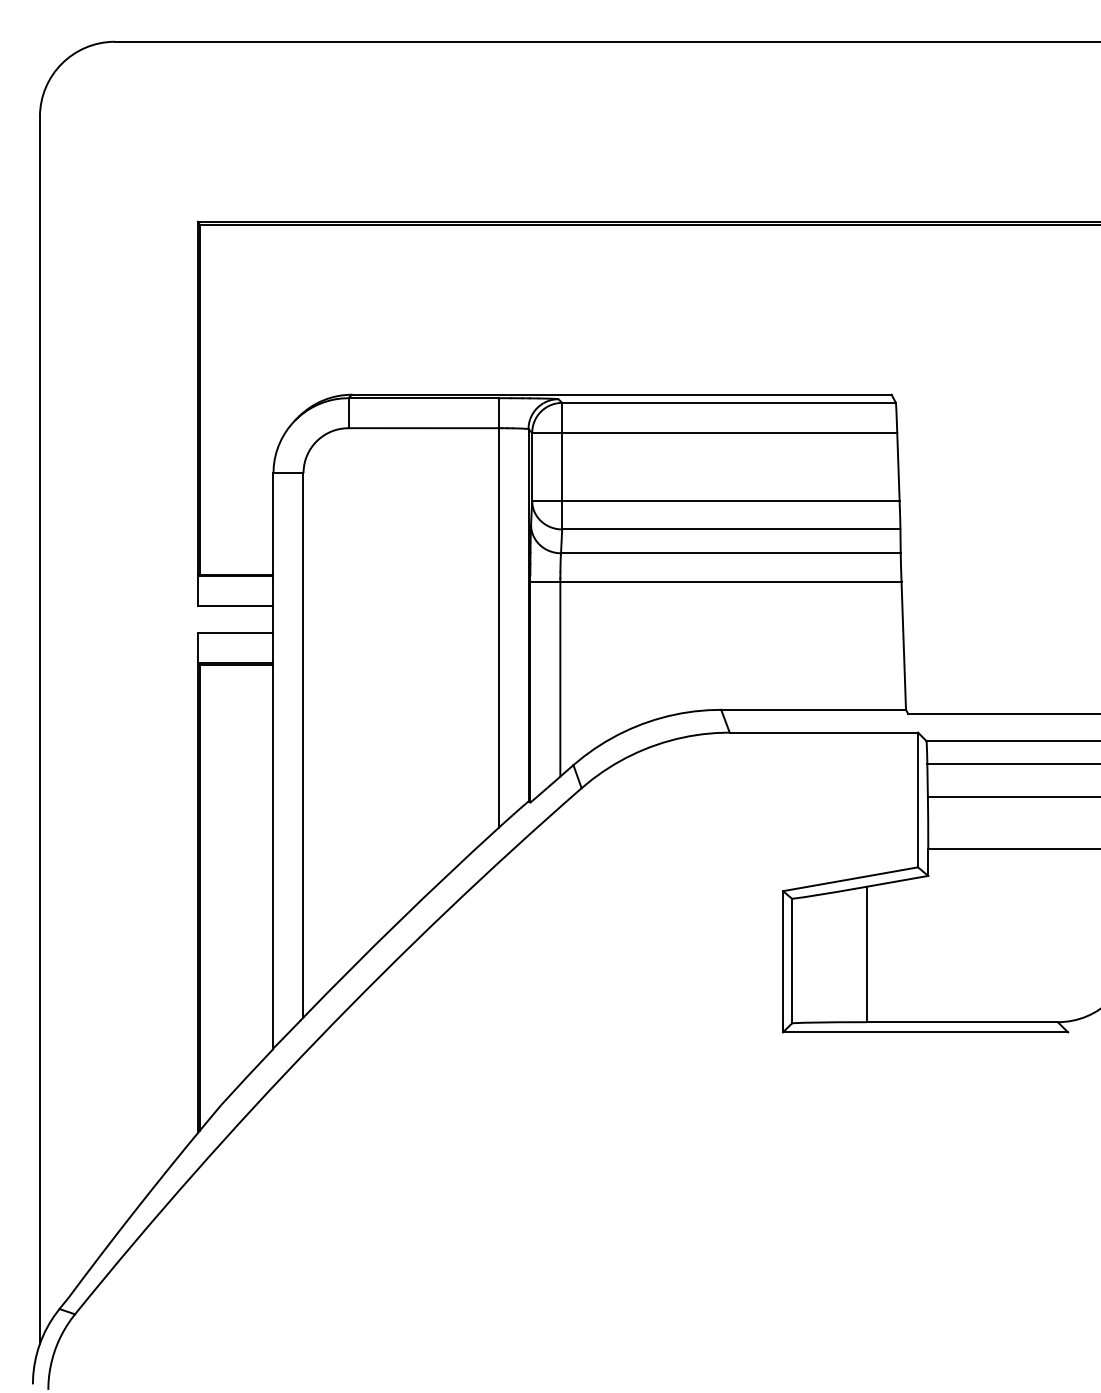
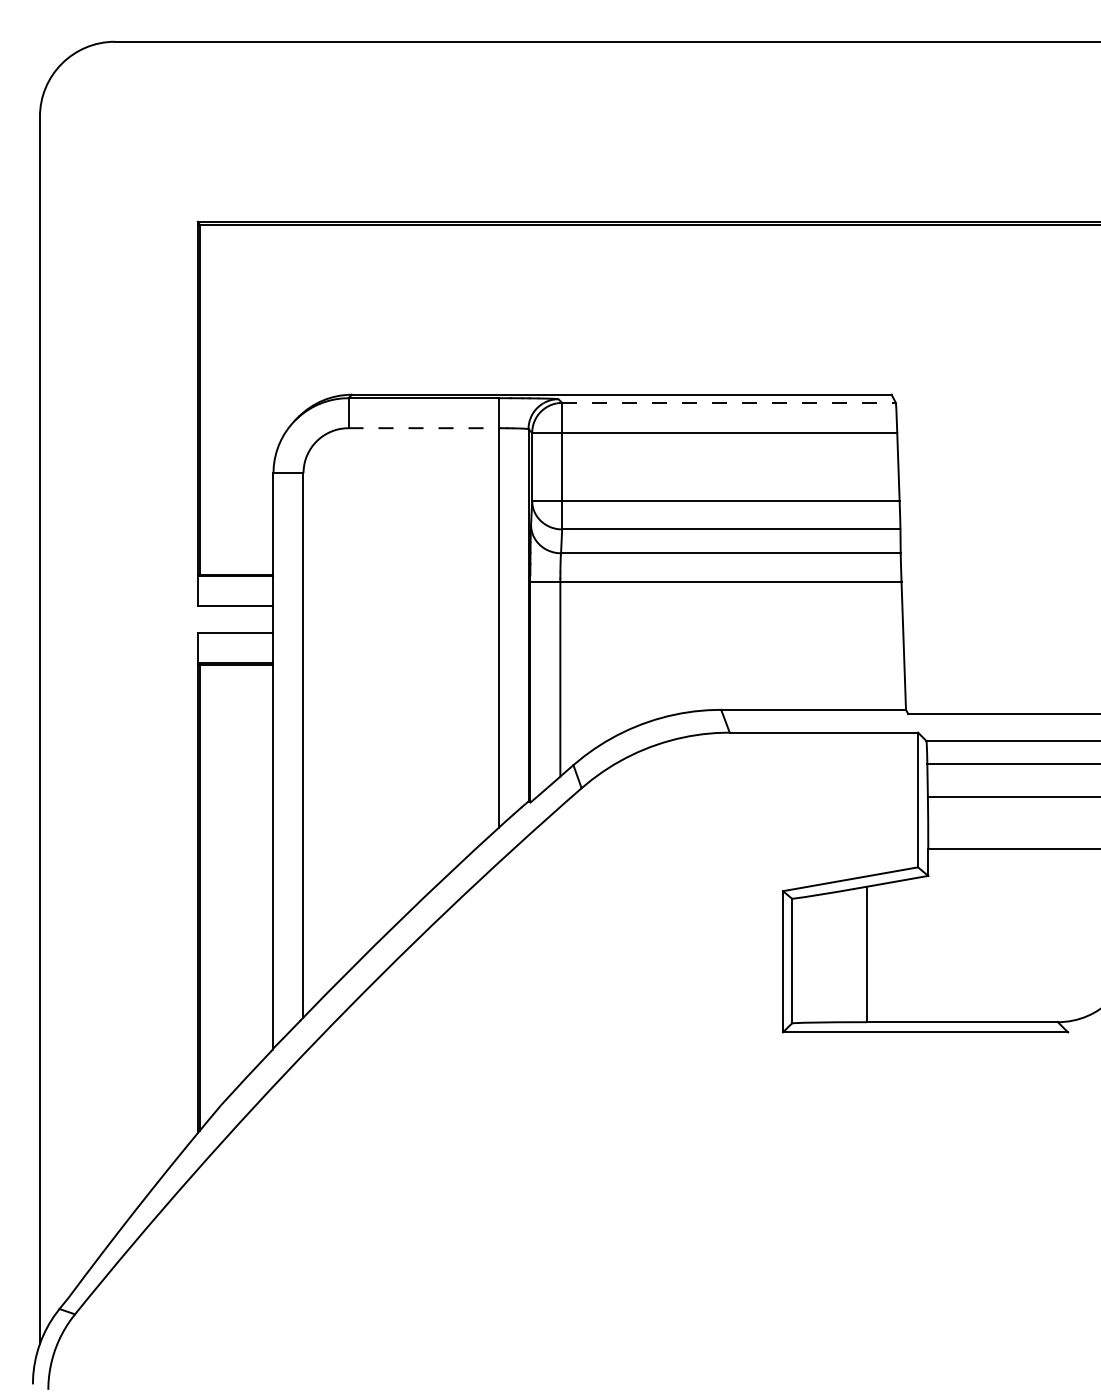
line at (729, 402): solid -> dashed
line at (425, 428): solid -> dashed
